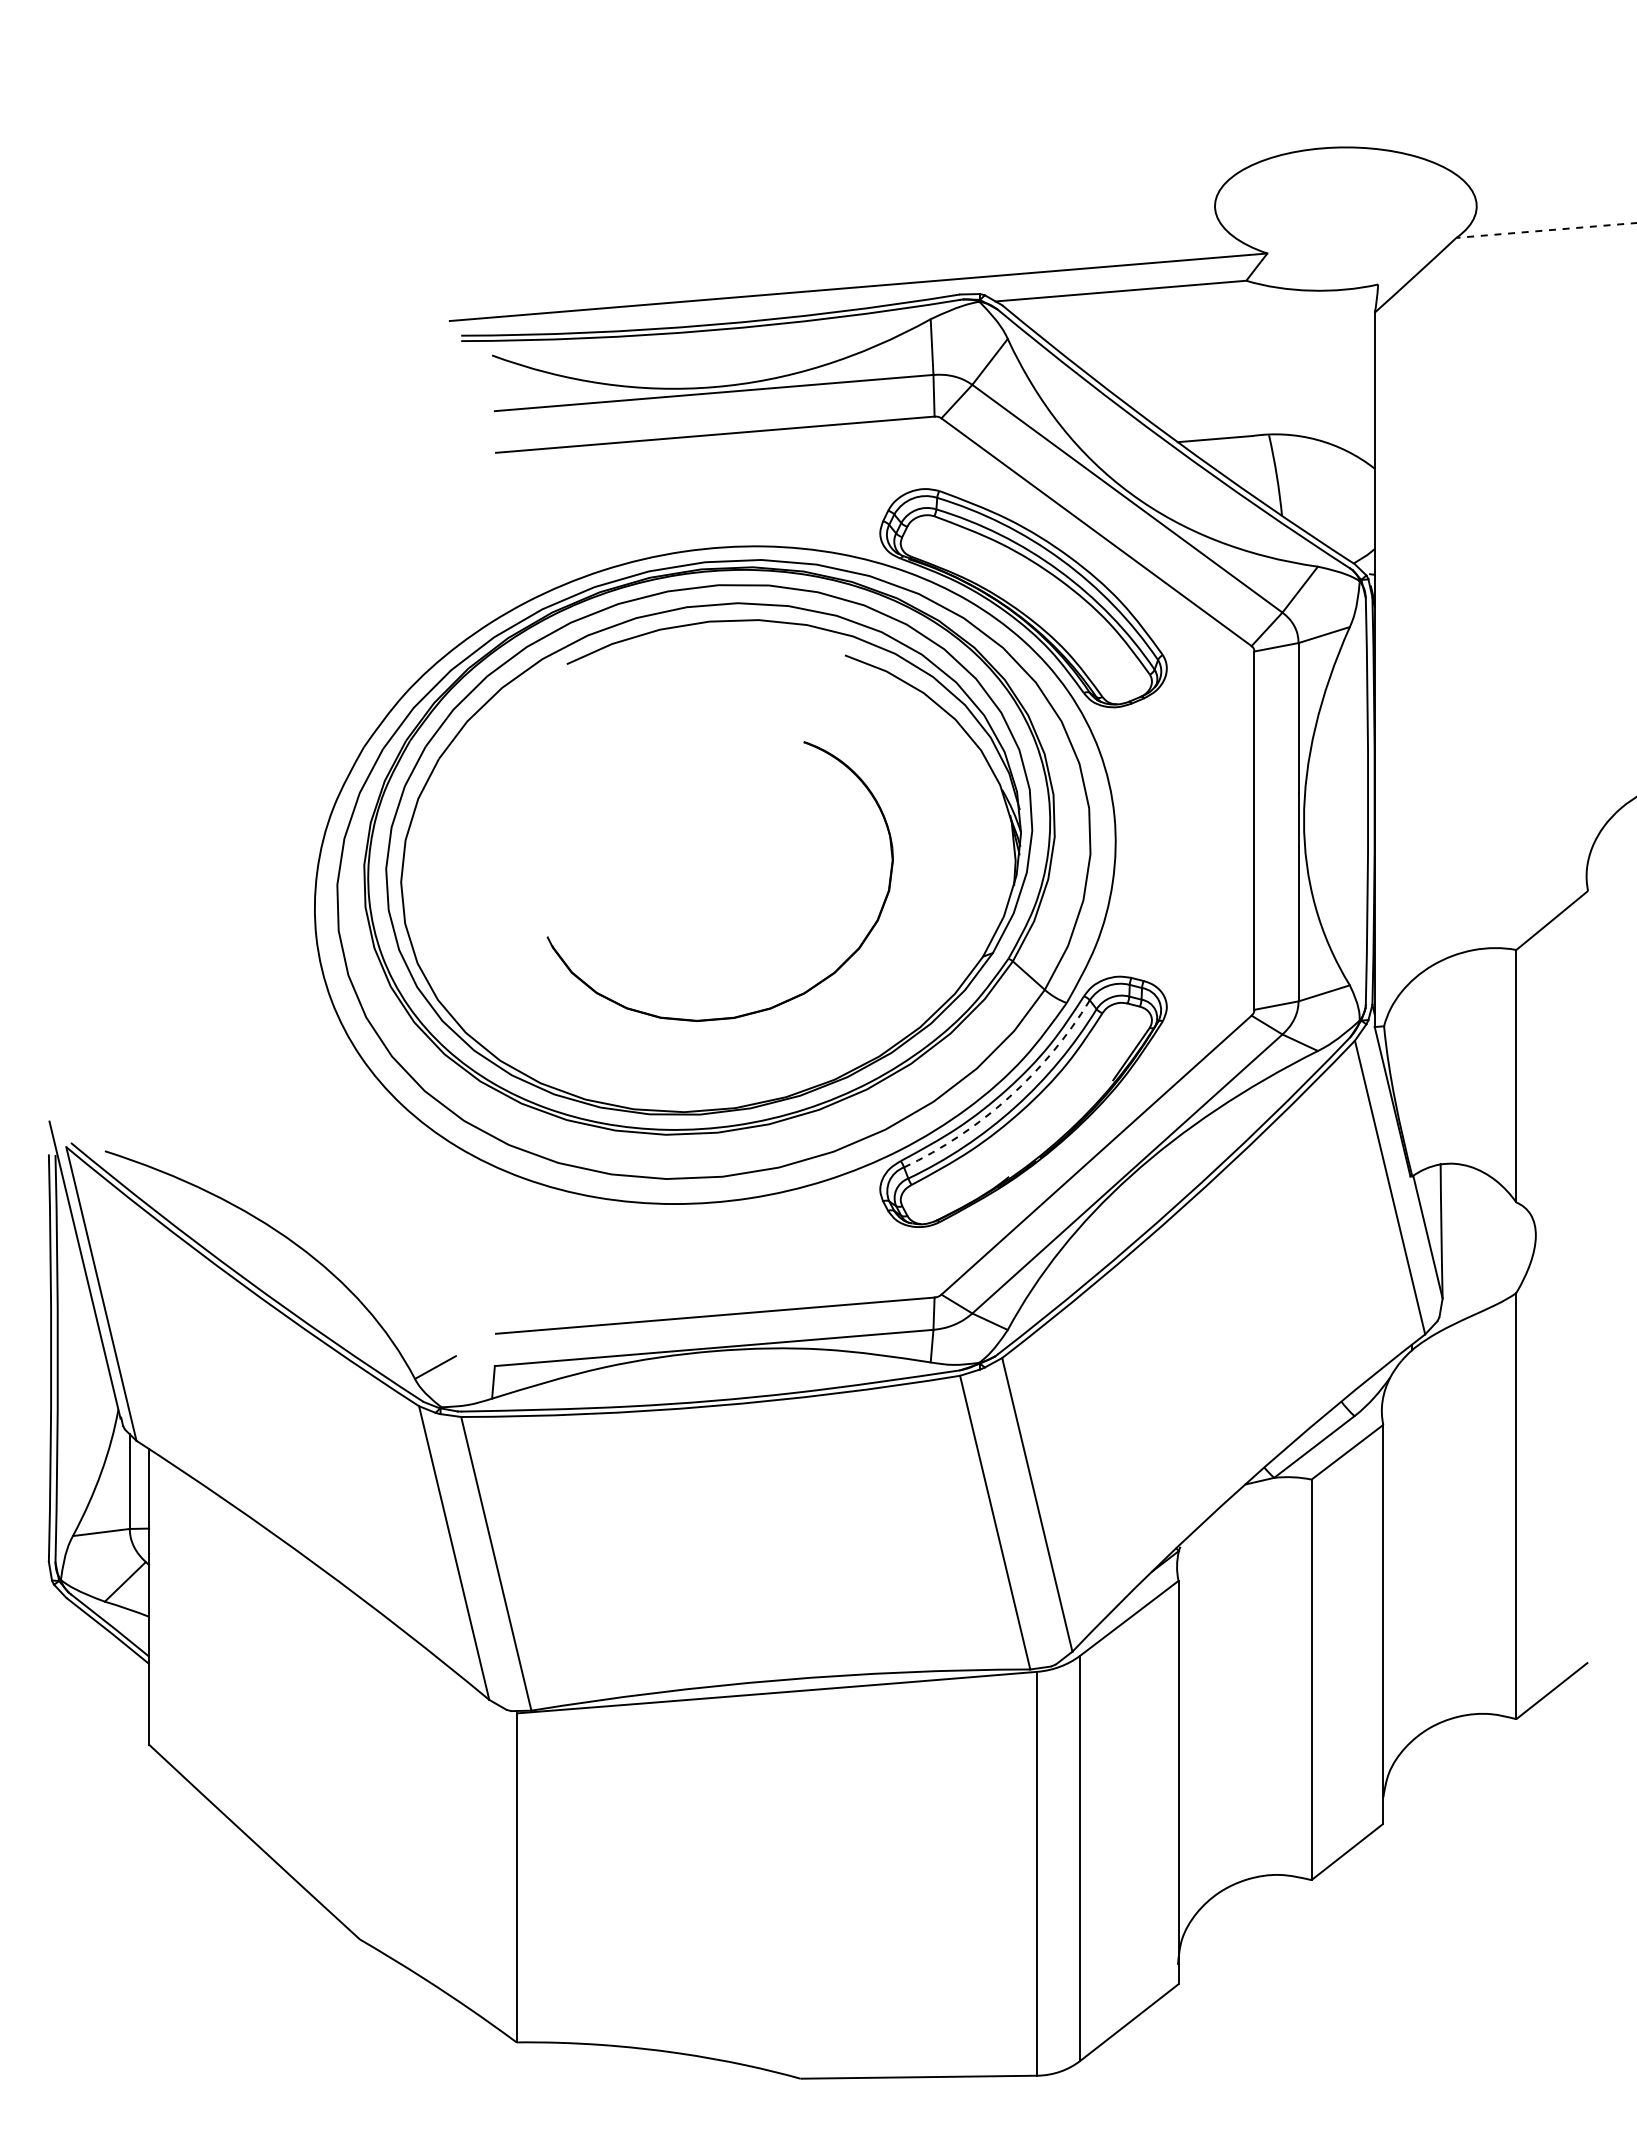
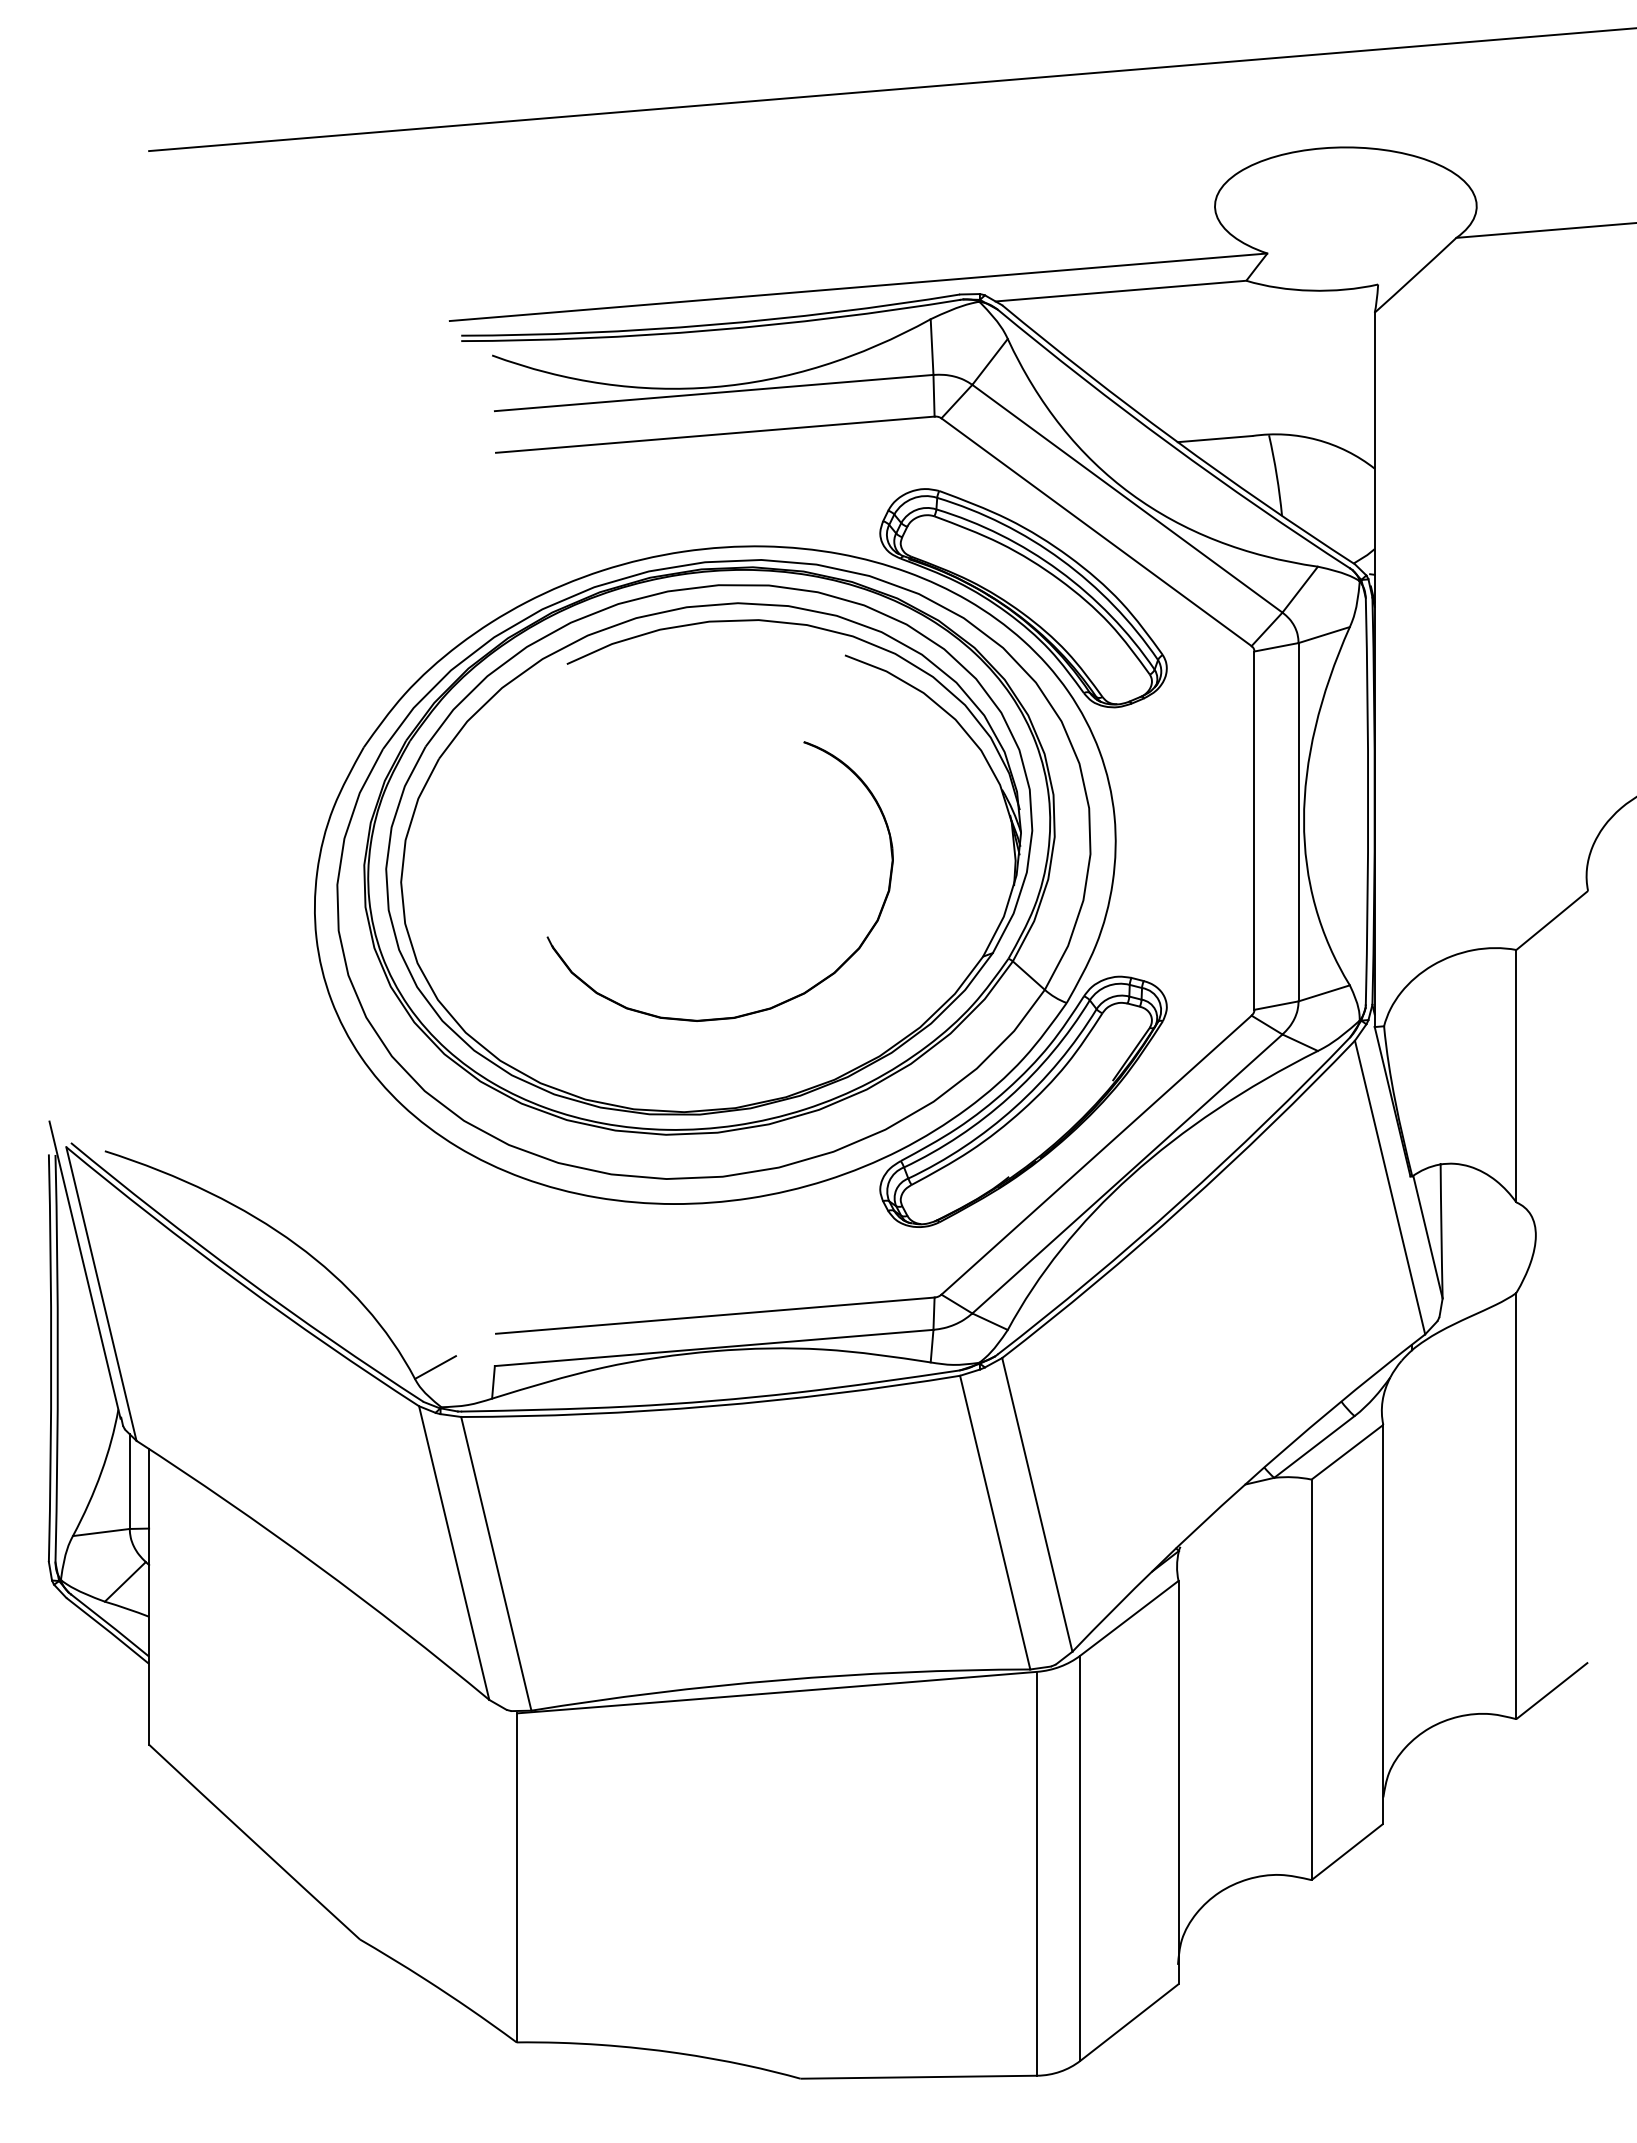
line at (891, 89): none -> present
line at (1546, 230): dashed -> solid
arc at (1009, 1097): dashed -> solid
